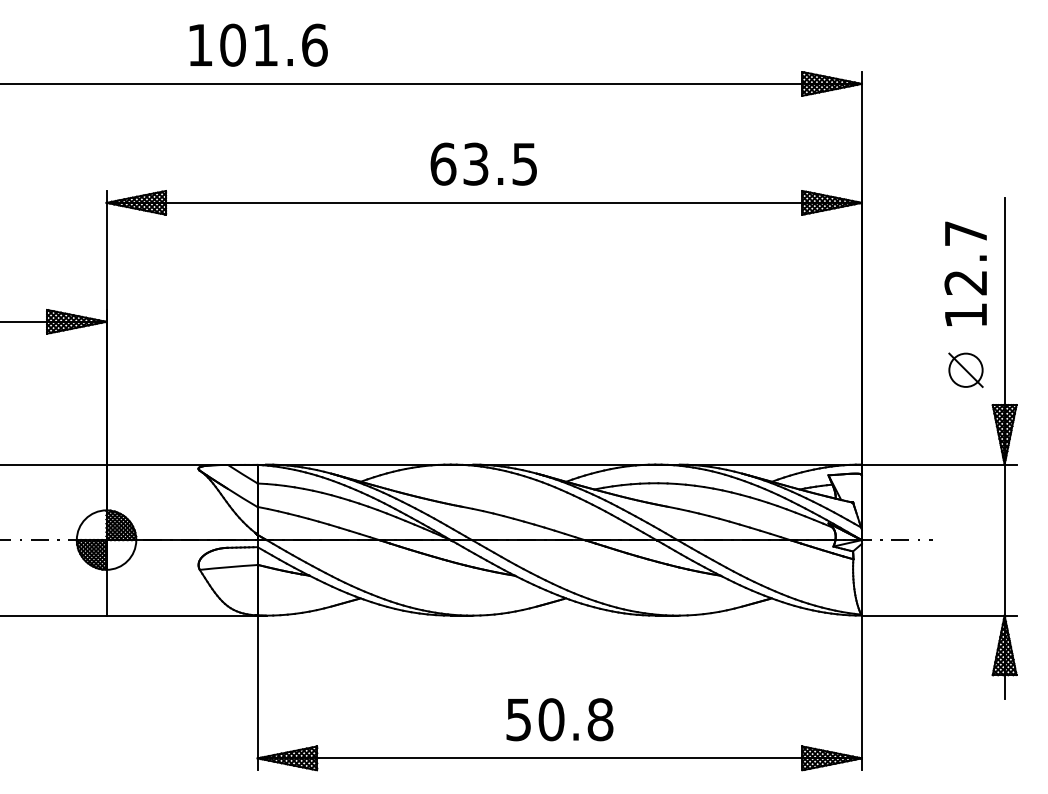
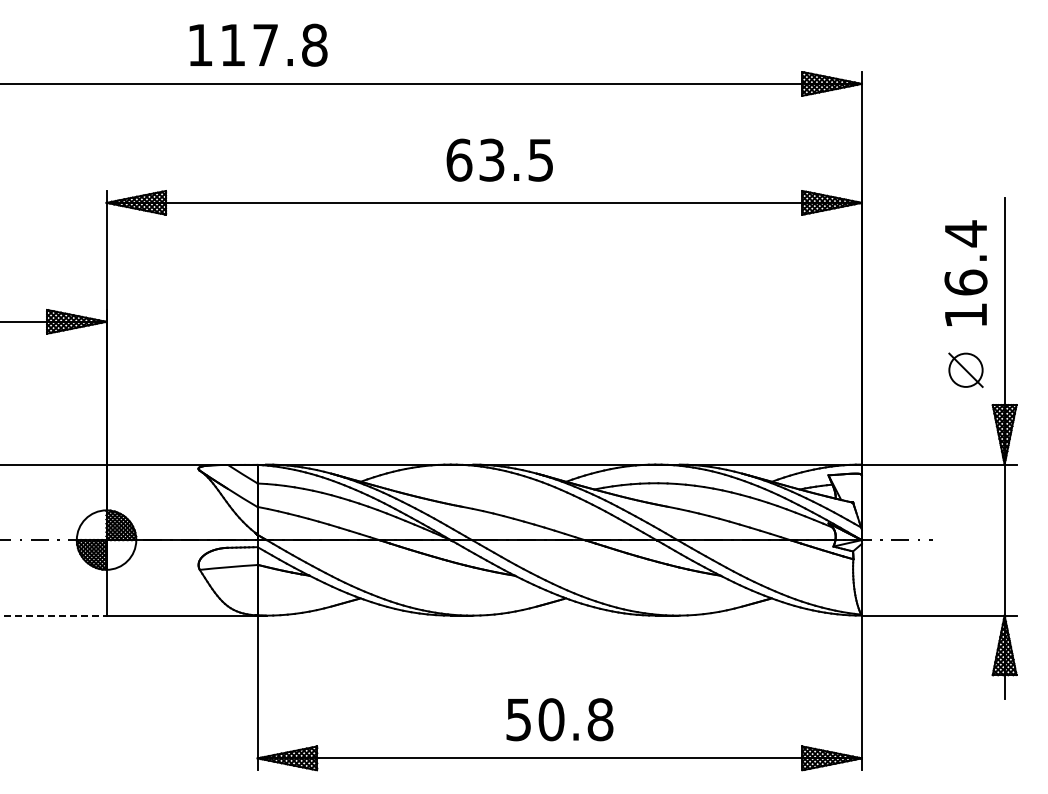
text at (273, 44): 101.6 -> 117.8
text at (483, 163) position: (483, 163) -> (499, 159)
text at (965, 257): 12.7 -> 16.4
line at (53, 615): solid -> dashed
